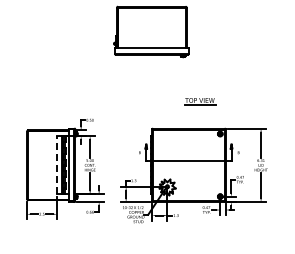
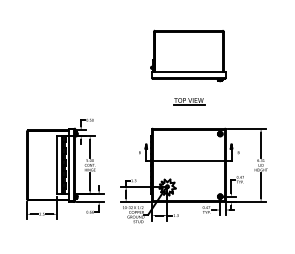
part at (151, 31) position: (151, 31) -> (188, 55)
part at (200, 101) position: (200, 101) -> (189, 101)
line at (56, 164): dashed -> solid
